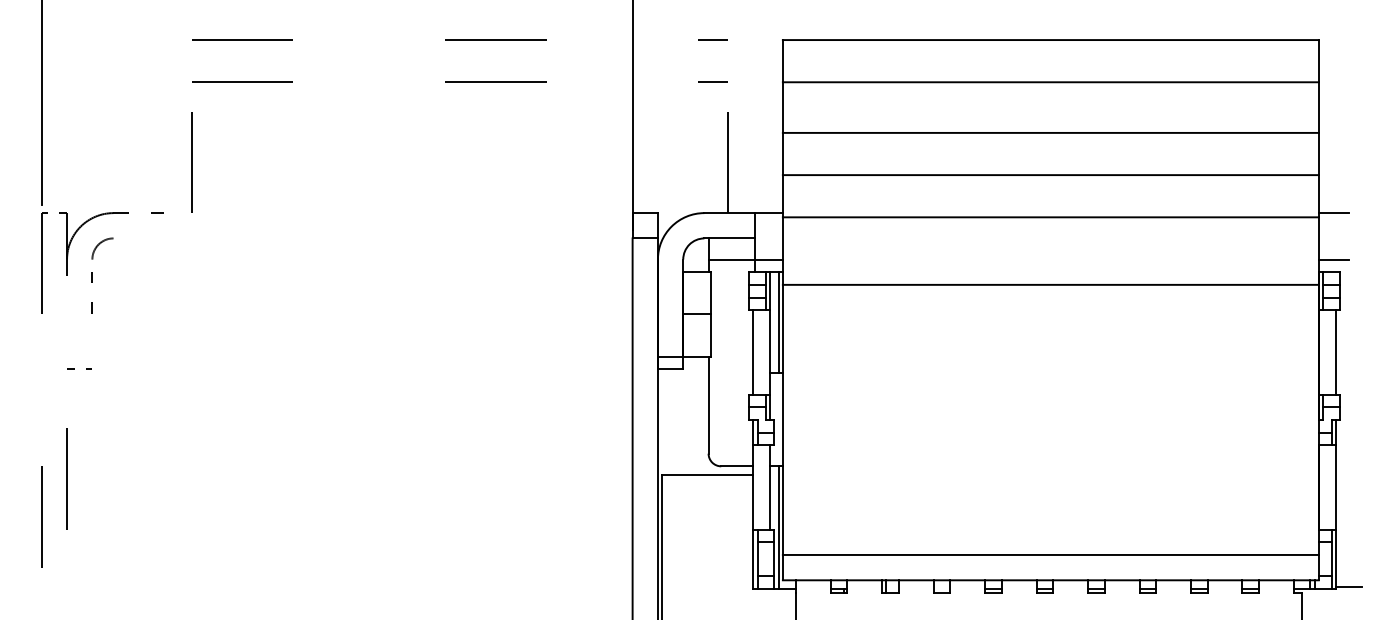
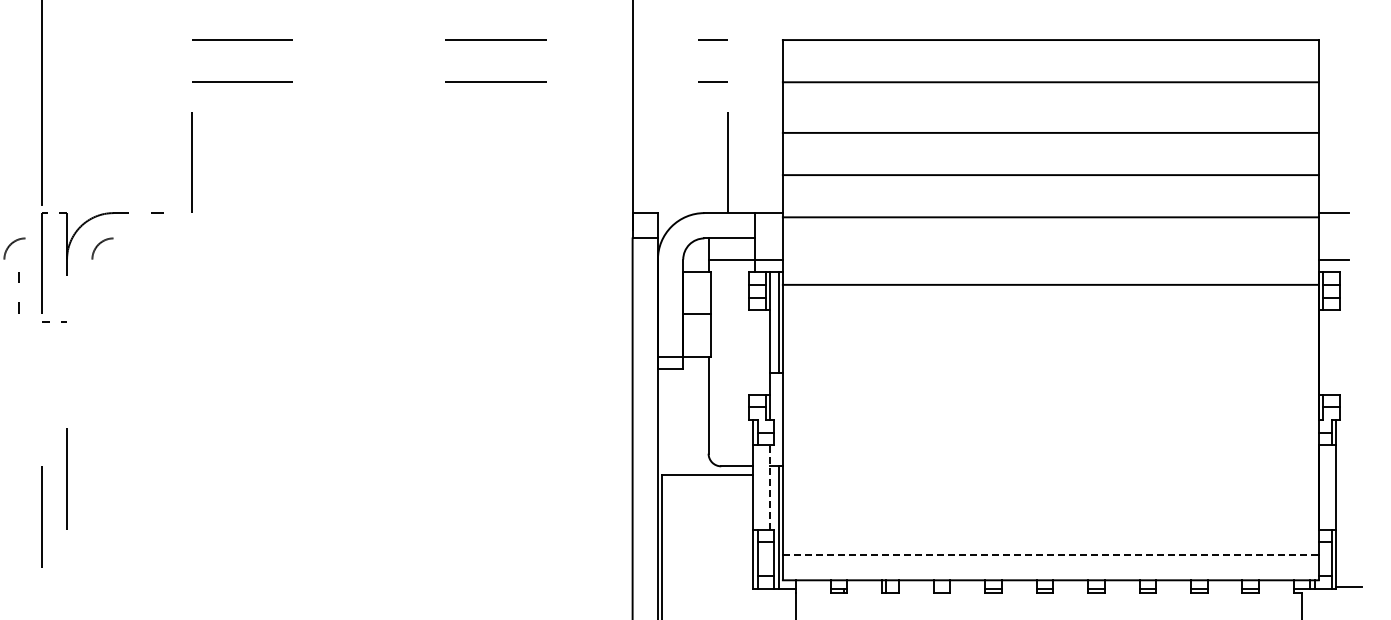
arc at (11, 245): none -> present
line at (91, 282) position: (91, 282) -> (18, 282)
line at (753, 352): present -> none
line at (1335, 352): present -> none
line at (74, 368) position: (74, 368) -> (49, 321)
line at (770, 486): solid -> dashed
line at (1051, 554): solid -> dashed
